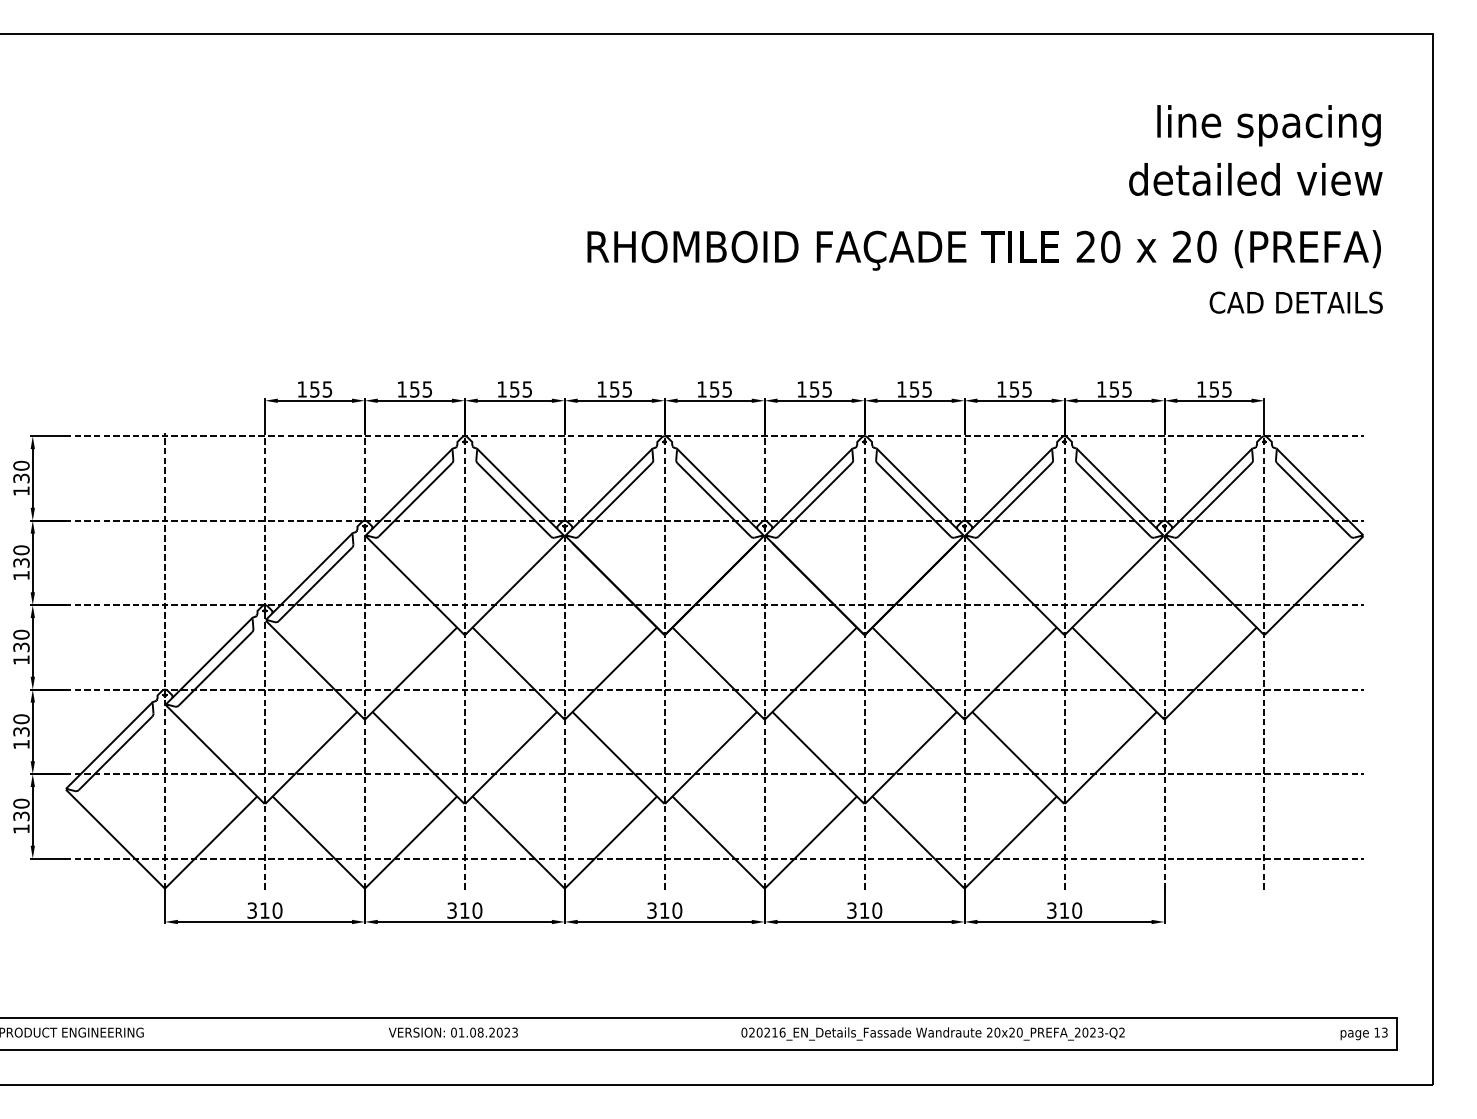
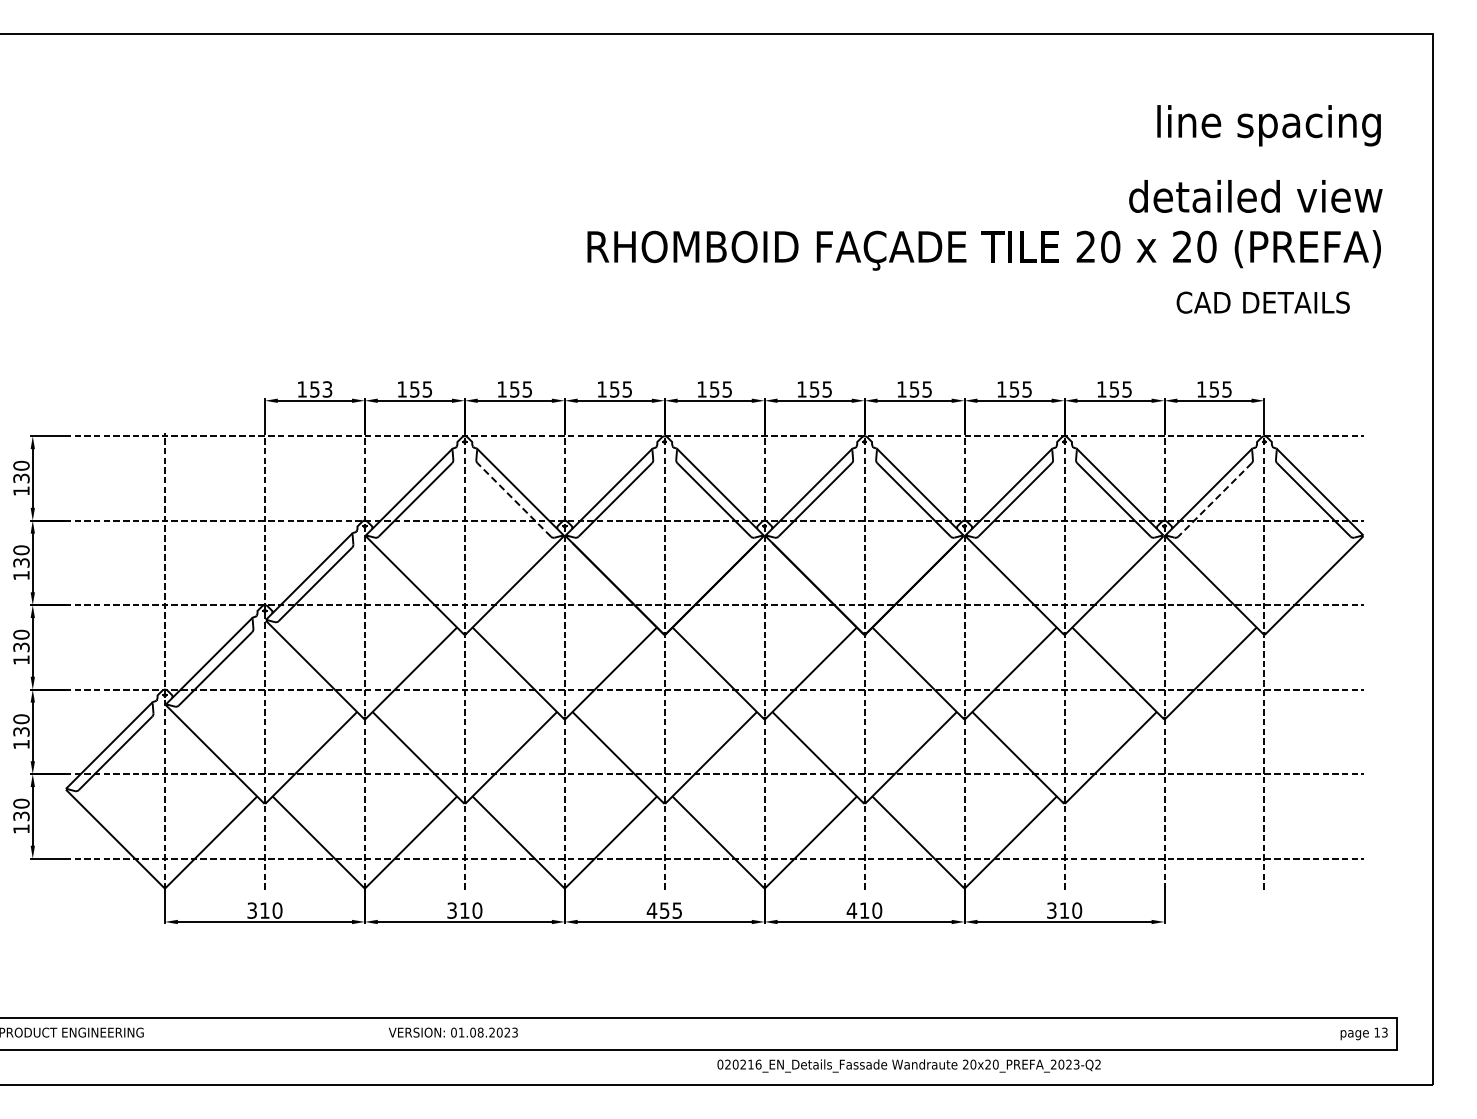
text at (1255, 179) position: (1255, 179) -> (1255, 196)
text at (1295, 302) position: (1295, 302) -> (1262, 302)
text at (327, 388): 155 -> 153
line at (514, 499): solid -> dashed
line at (1215, 499): solid -> dashed
text at (664, 910): 310 -> 455
text at (851, 910): 310 -> 410
text at (932, 1033) position: (932, 1033) -> (908, 1065)
